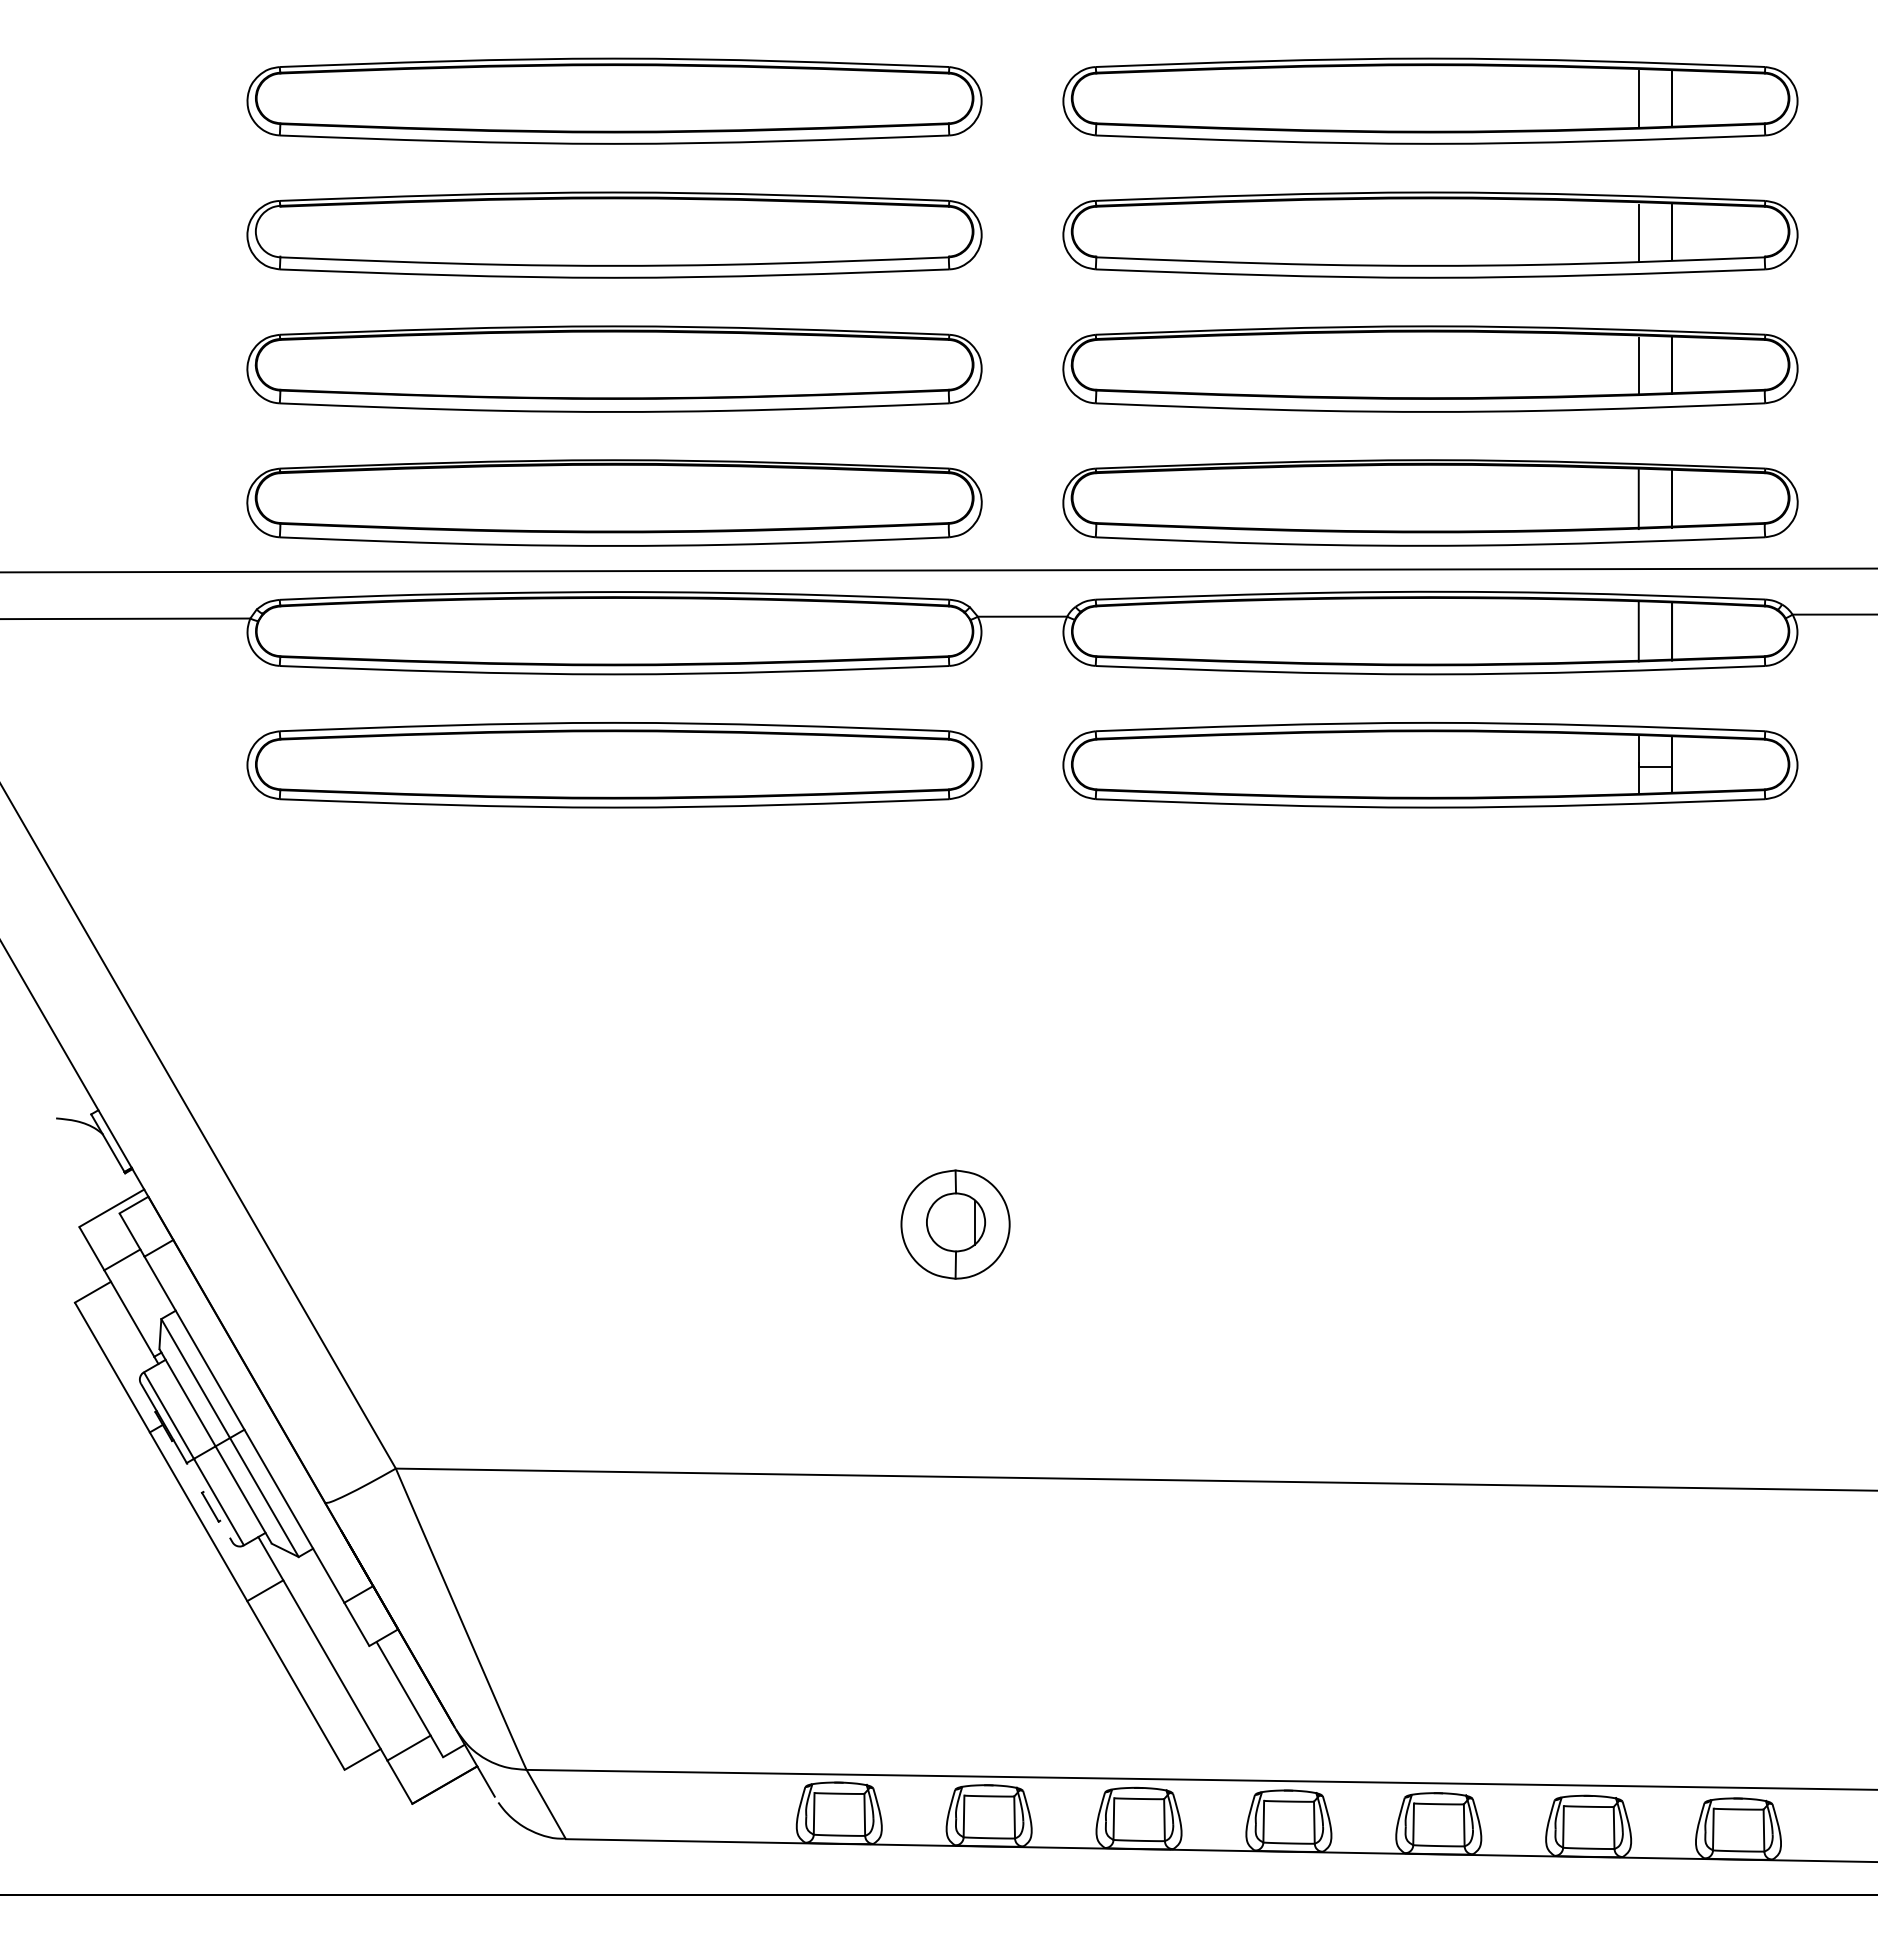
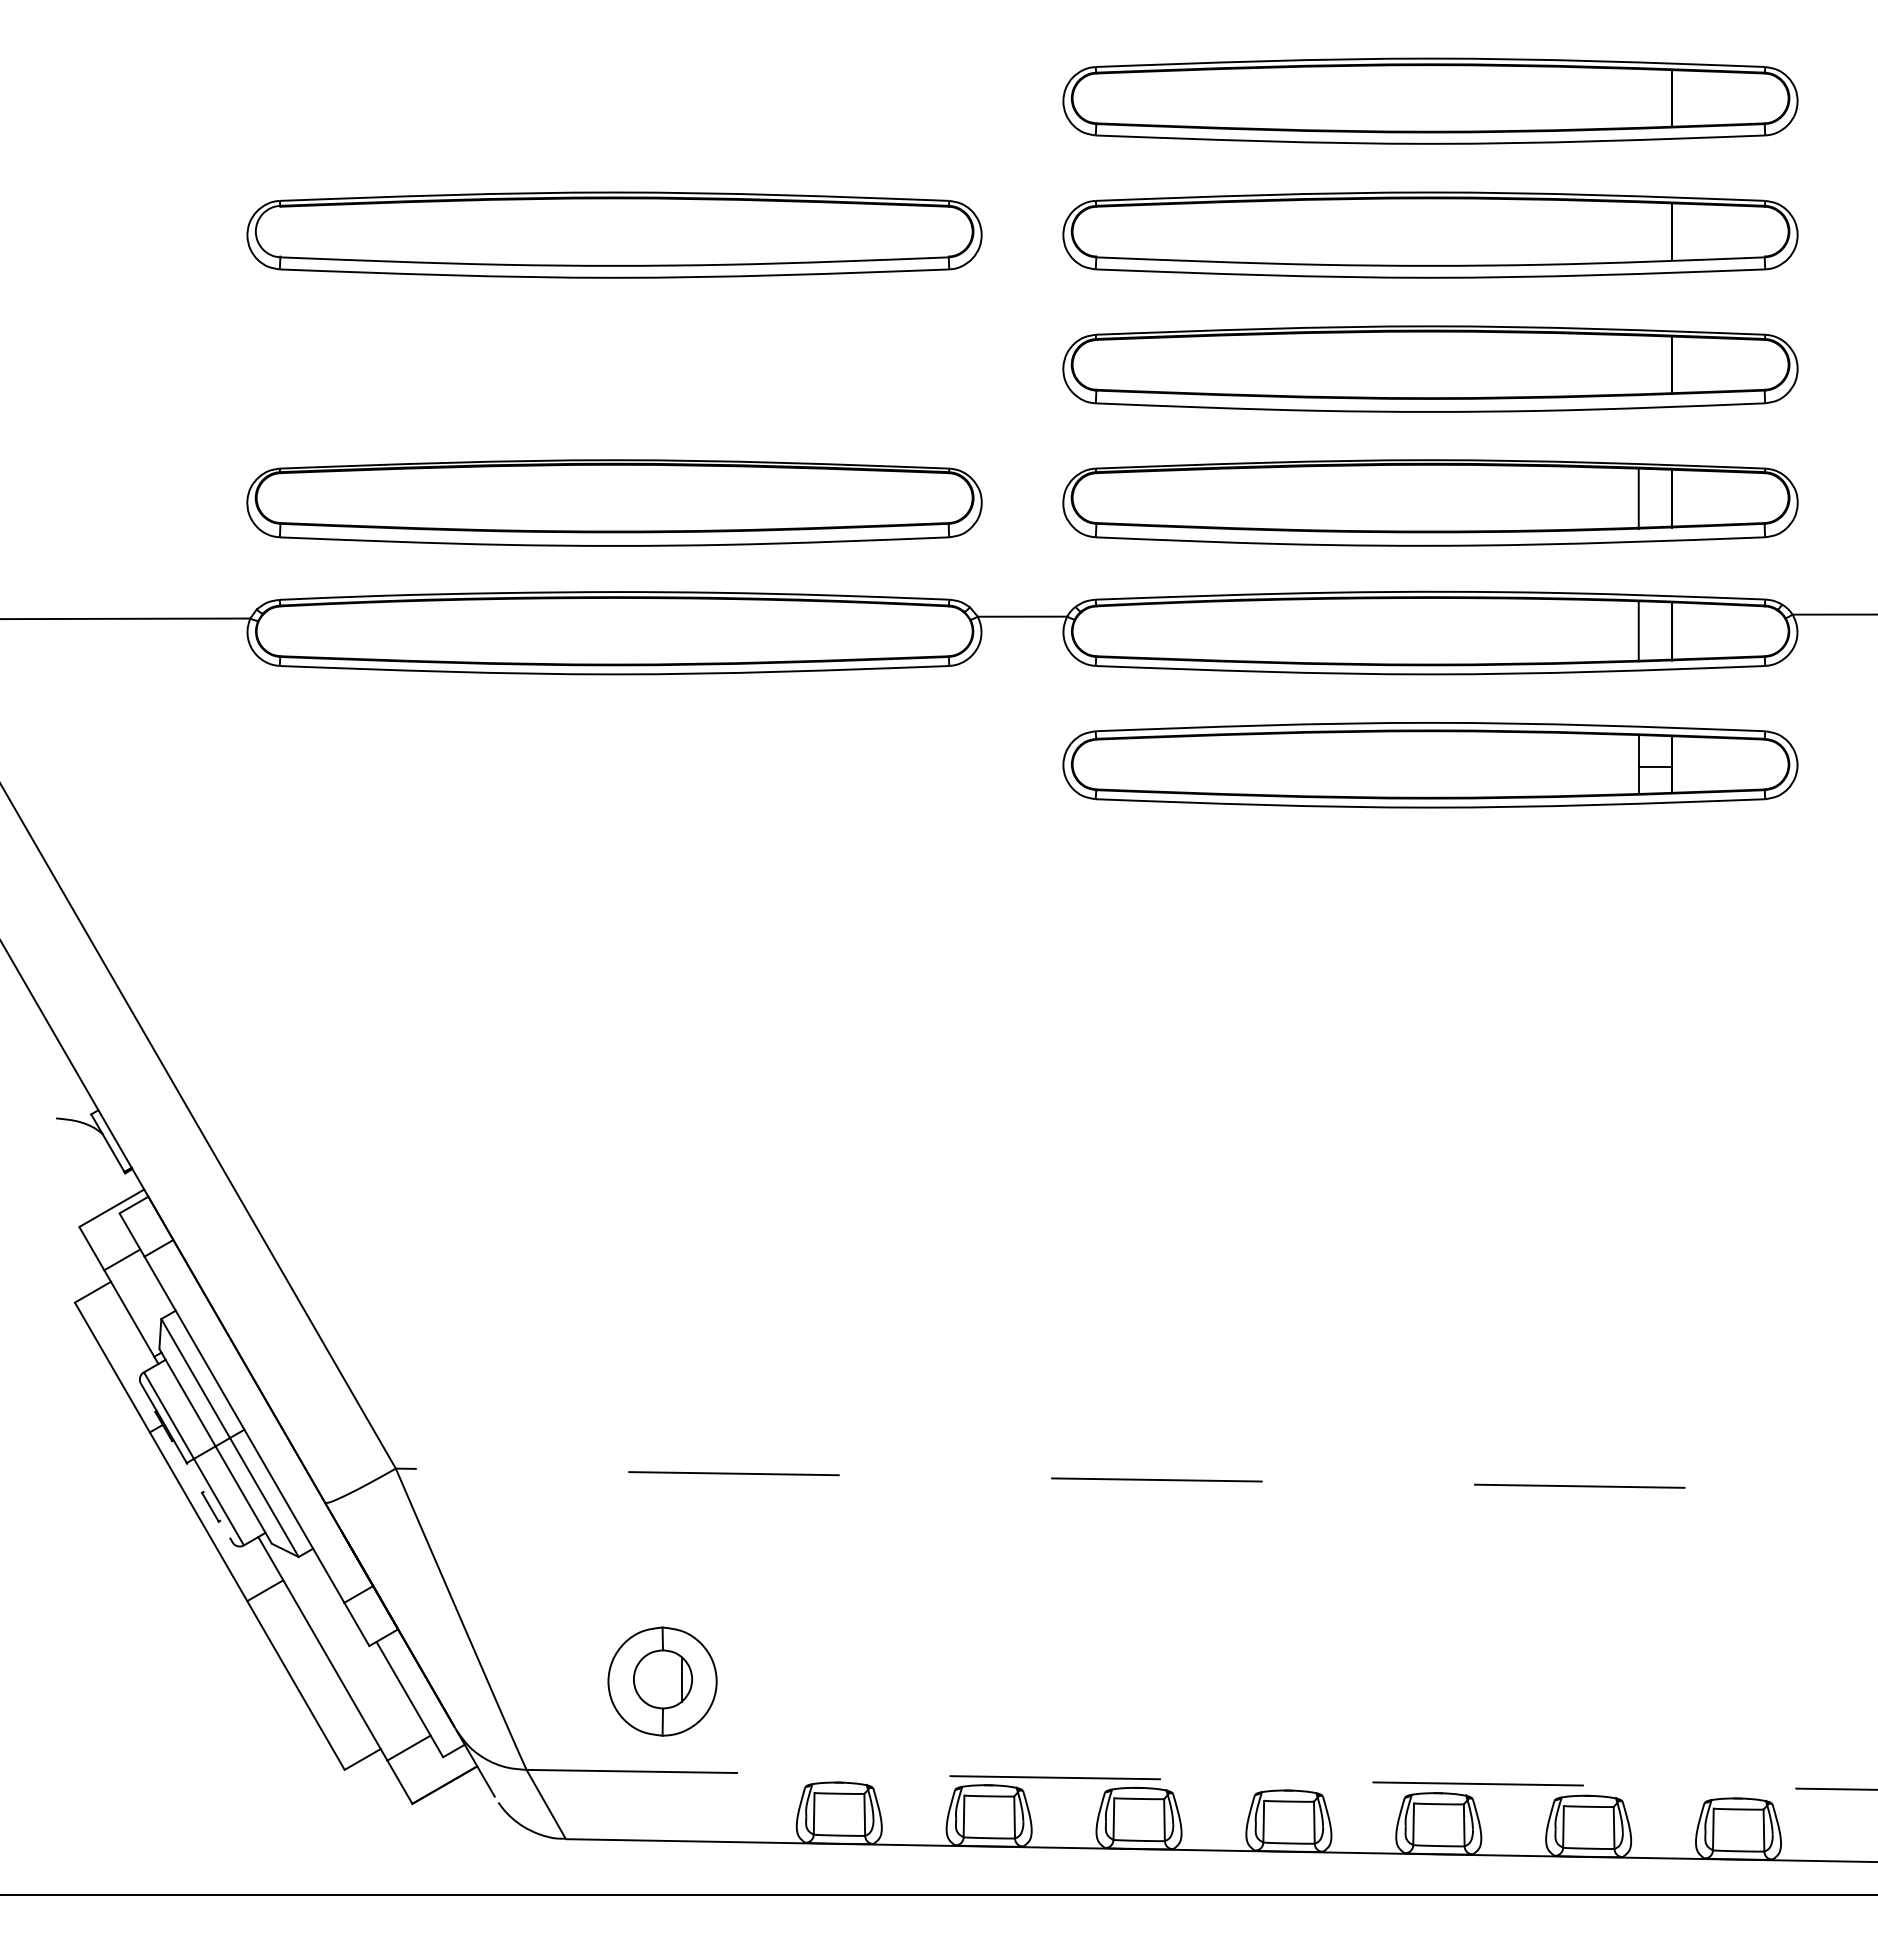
line at (1638, 99): present -> none
part at (614, 100): present -> none
line at (1638, 232): present -> none
line at (1638, 365): present -> none
part at (614, 368): present -> none
line at (938, 570): present -> none
part at (614, 765): present -> none
part at (955, 1224) position: (955, 1224) -> (662, 1681)
line at (1136, 1479): solid -> dashed
line at (1202, 1779): solid -> dashed
